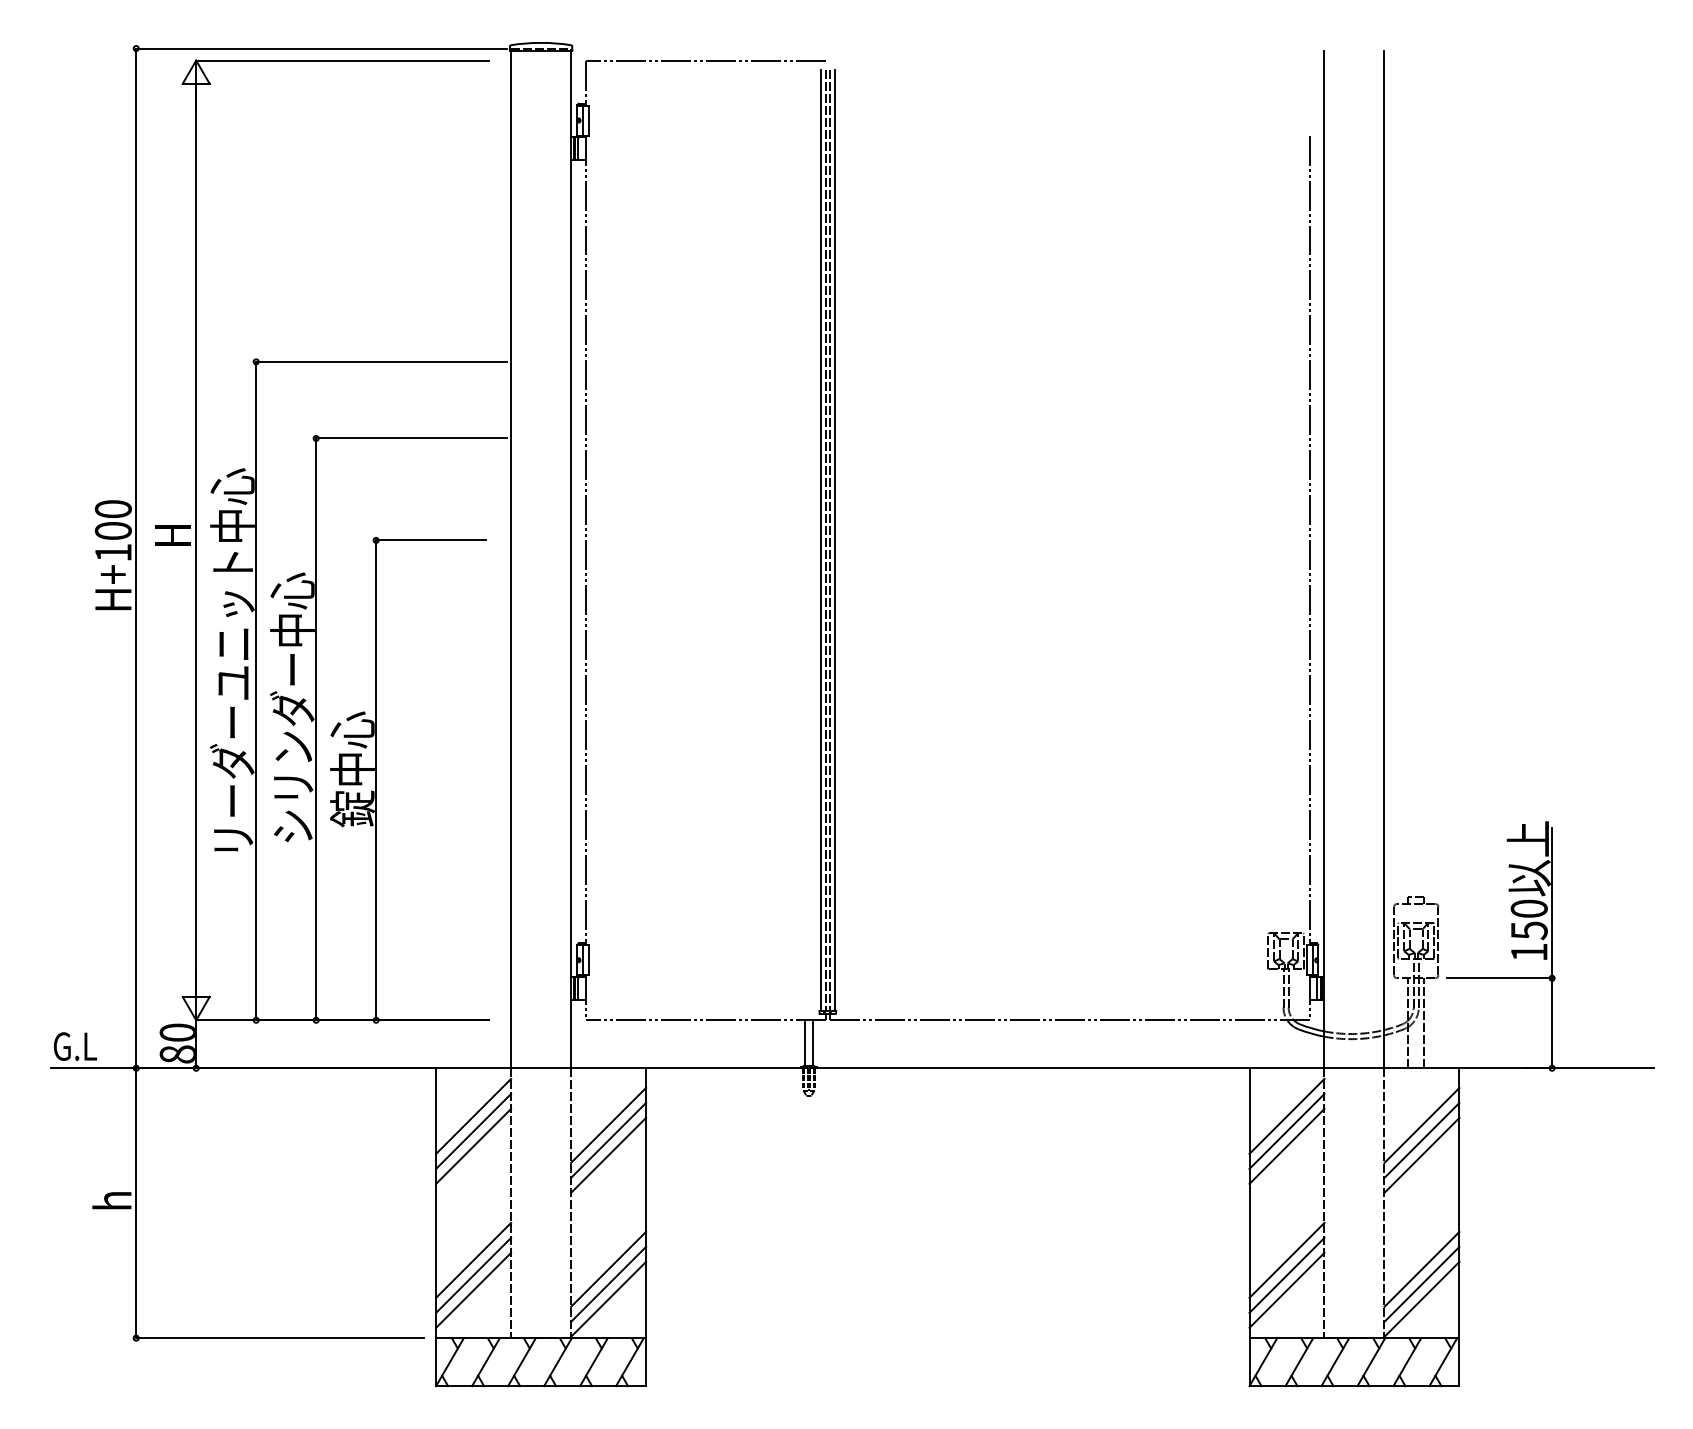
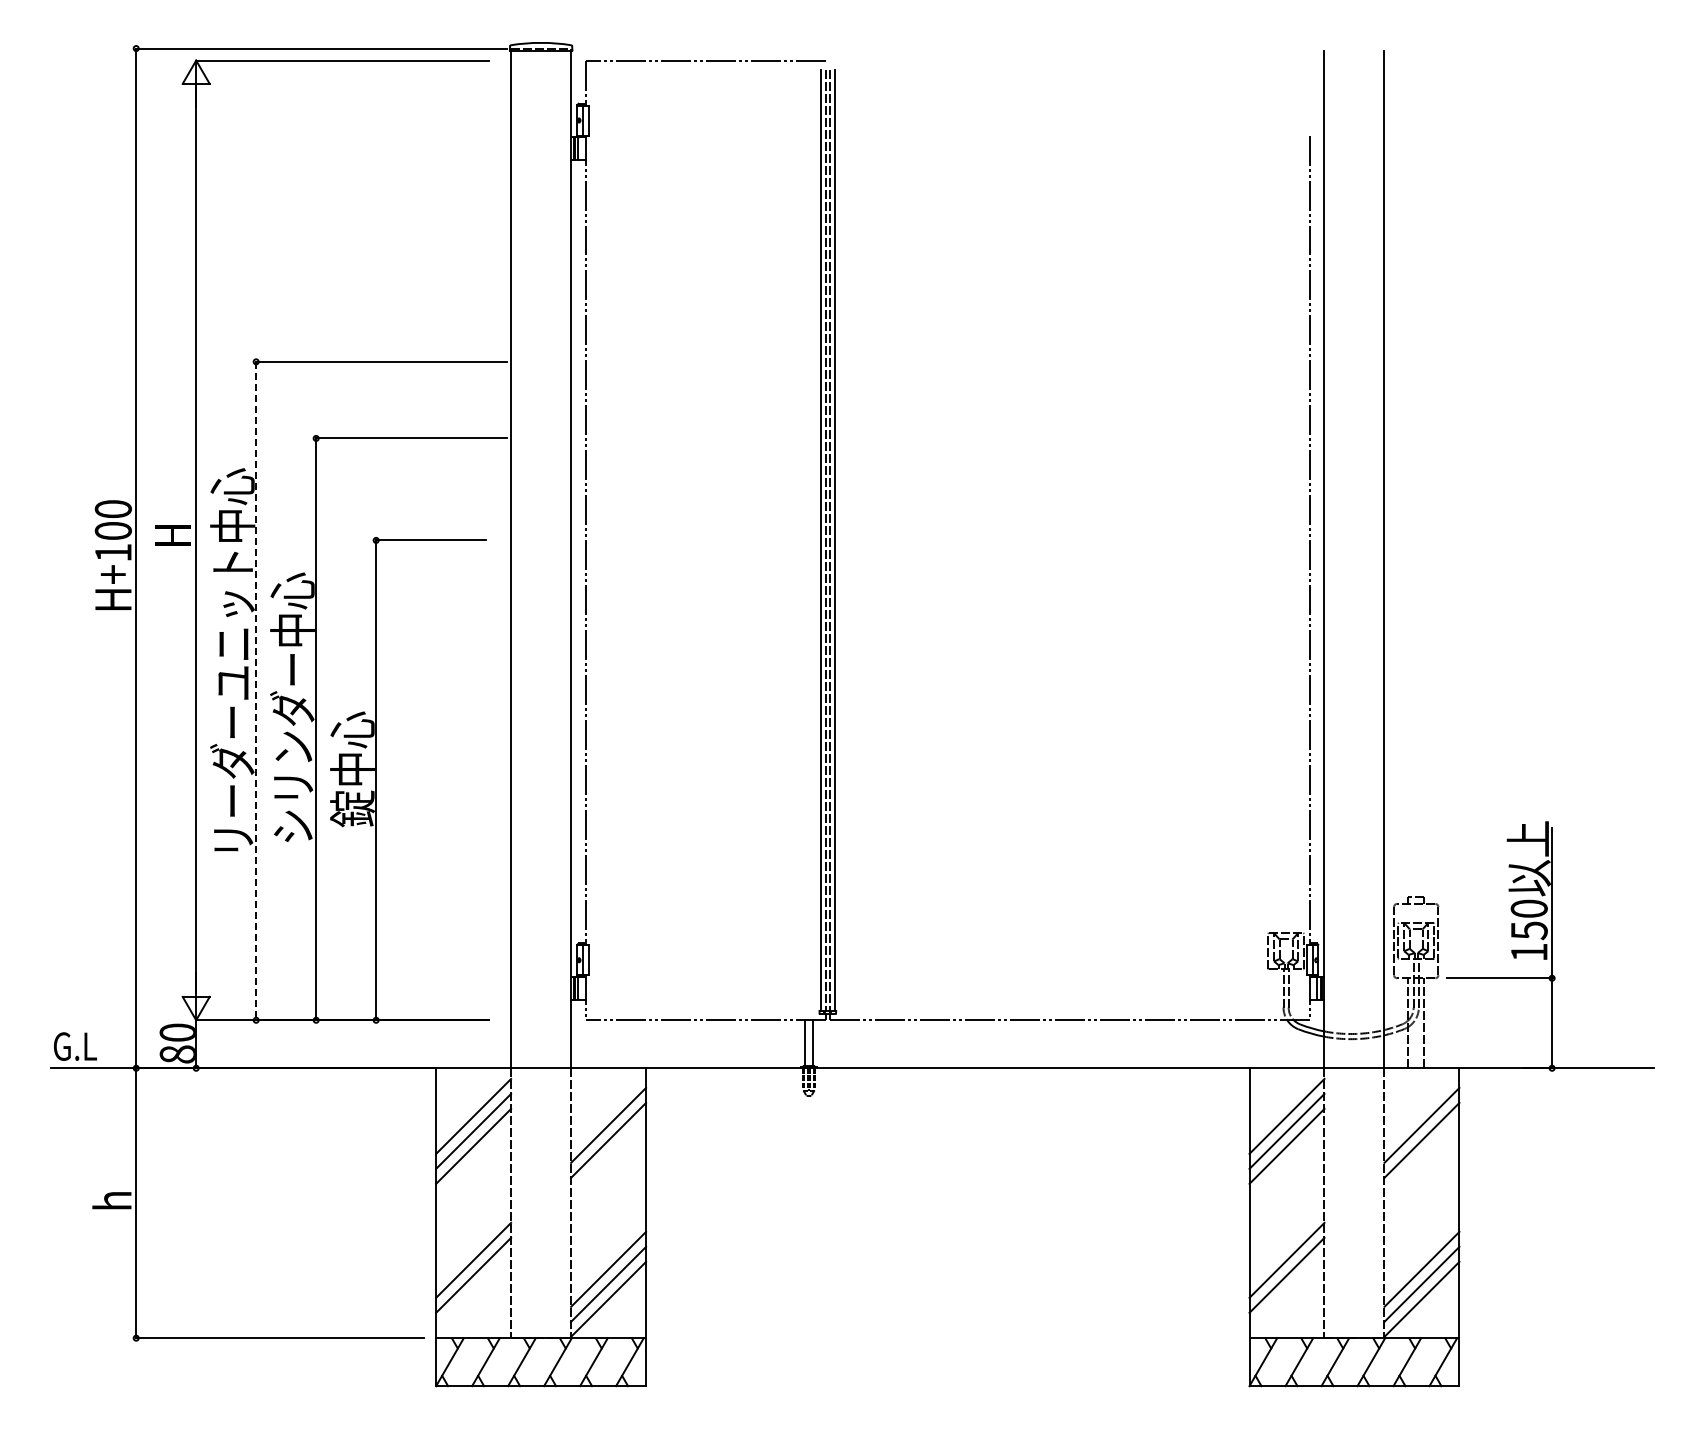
line at (256, 691): solid -> dashed
line at (608, 1154): present -> none
line at (1421, 1154): present -> none
line at (473, 1289): present -> none
line at (1286, 1289): present -> none
